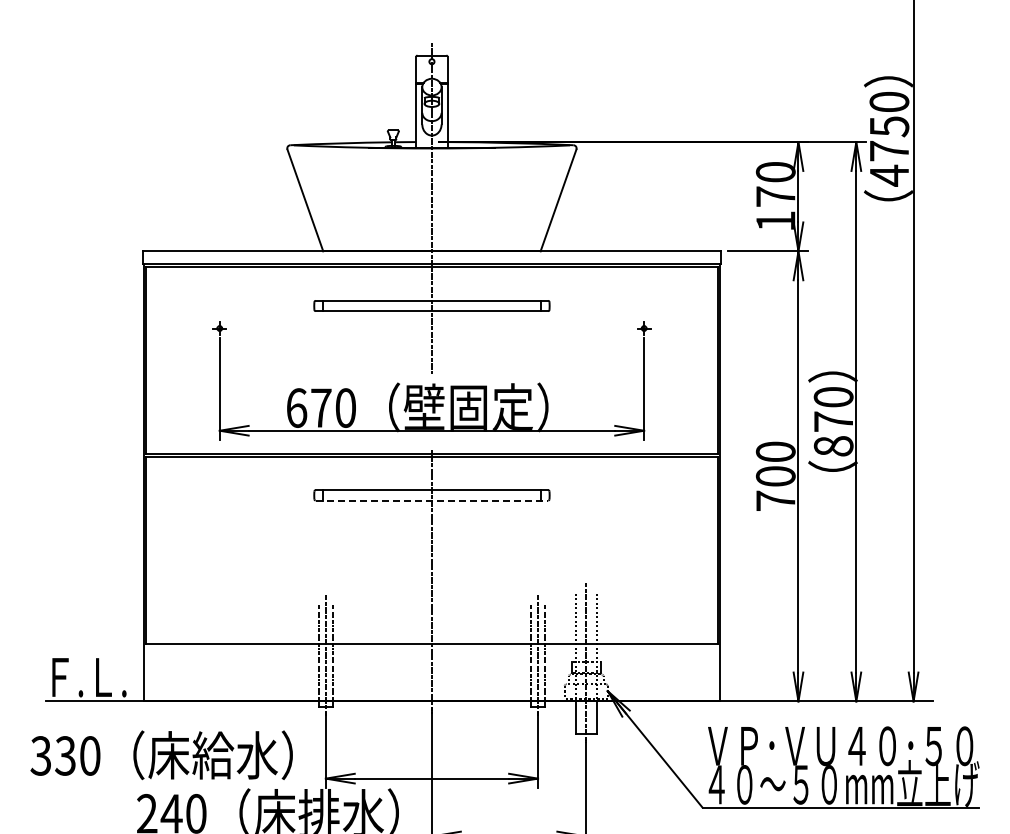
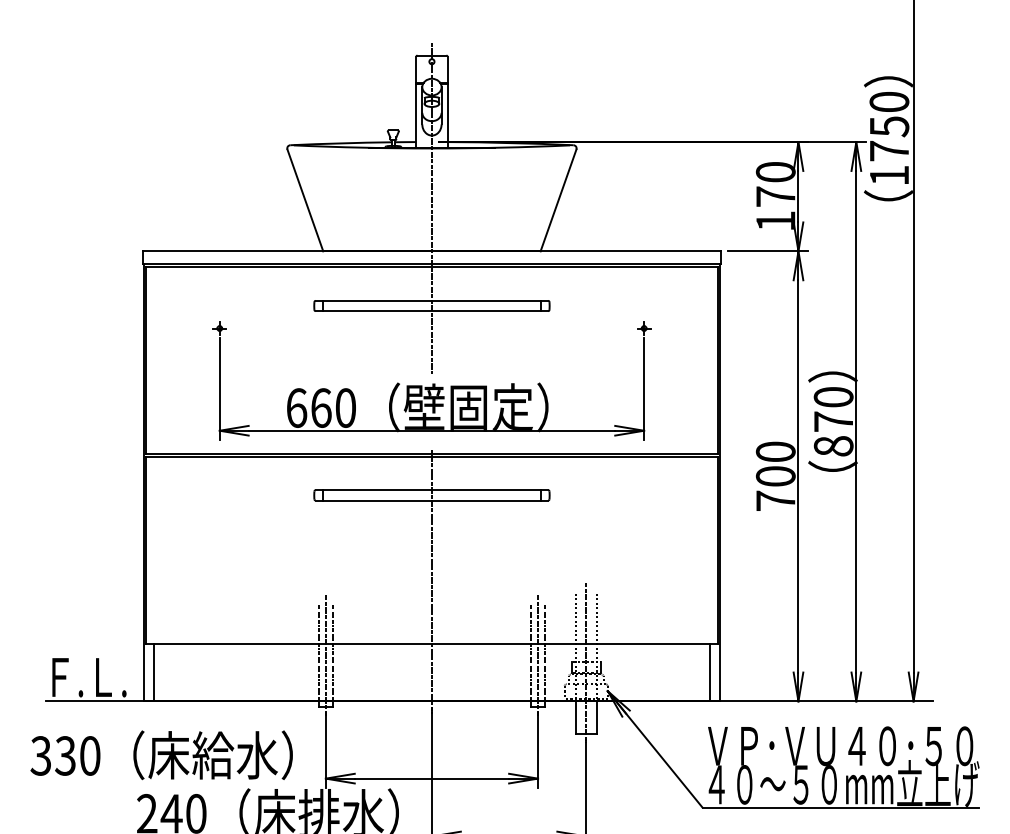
text at (889, 175): 4750 -> 1750
text at (321, 407): 670 -> 660
line at (432, 500): dashed -> solid
line at (153, 672): none -> present
line at (710, 672): none -> present
